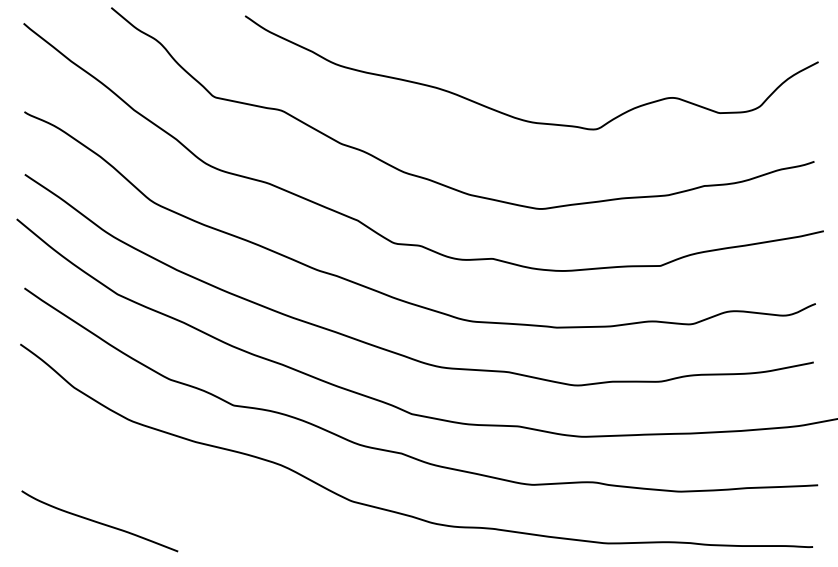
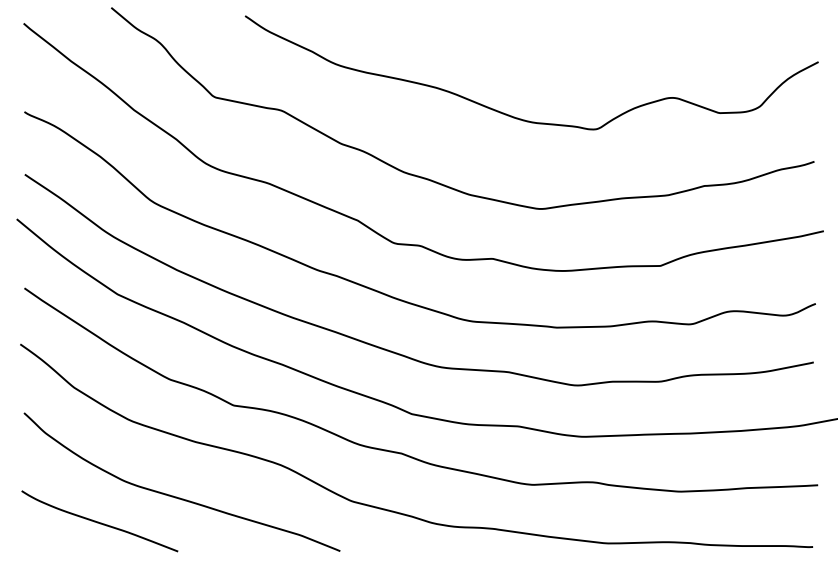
curve at (176, 496): none -> present
